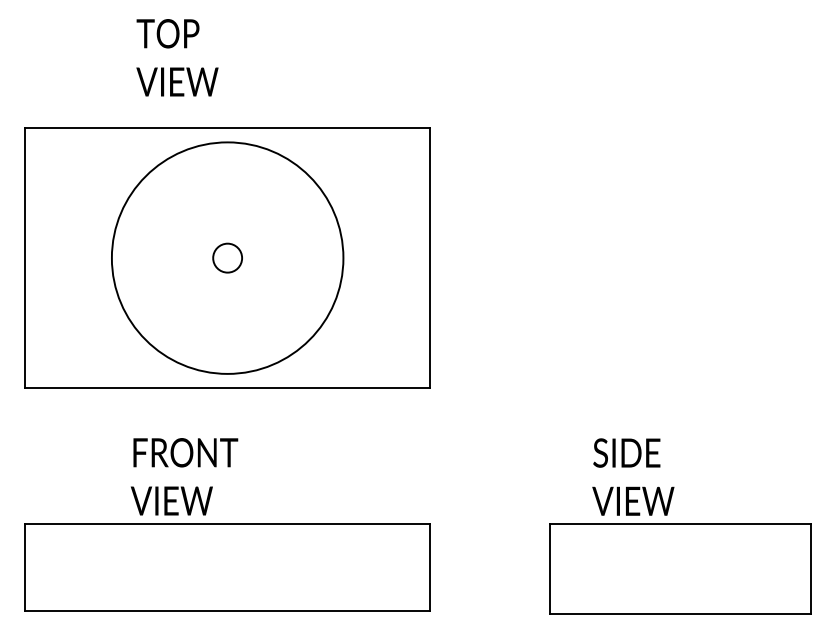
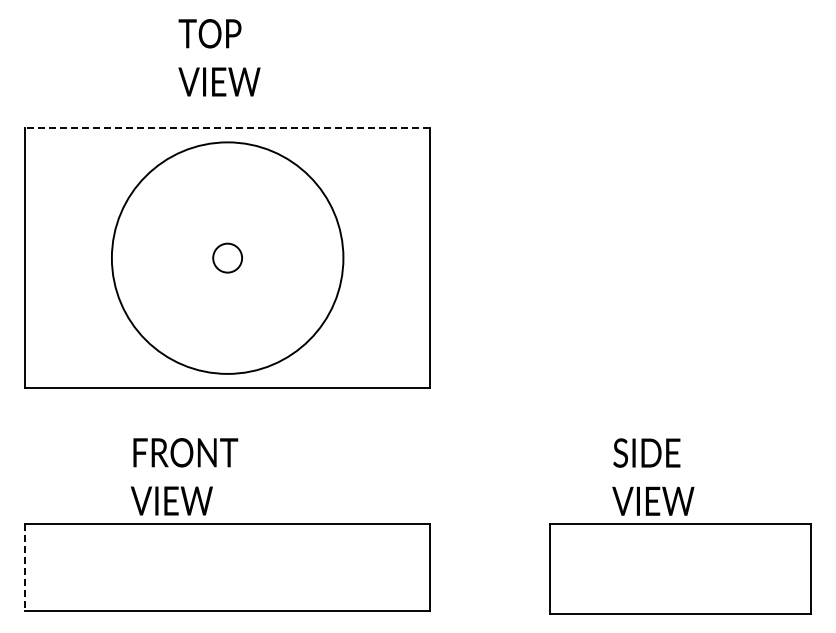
text at (177, 57) position: (177, 57) -> (219, 57)
line at (227, 127): solid -> dashed
text at (633, 476) position: (633, 476) -> (653, 476)
line at (25, 568): solid -> dashed
